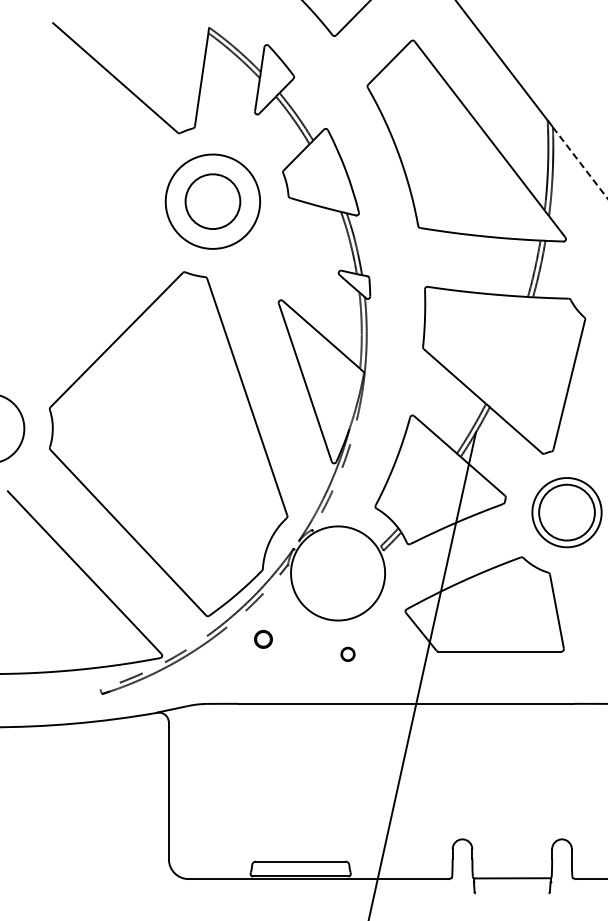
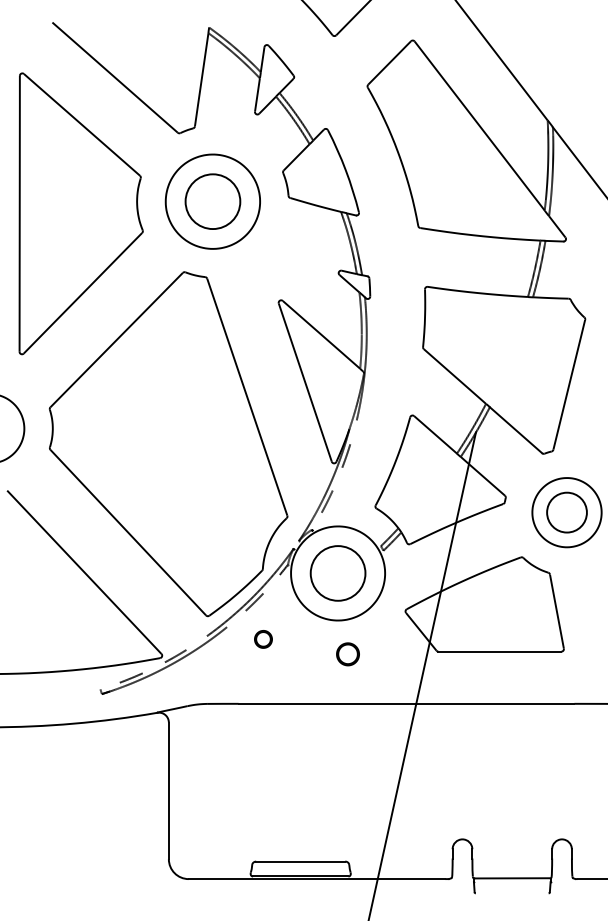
line at (580, 162): dashed -> solid
part at (80, 213): none -> present
circle at (566, 512) diameter: 56 px -> 40 px
circle at (337, 573): none -> present
part at (347, 653) size: 16x16 px -> 24x25 px
